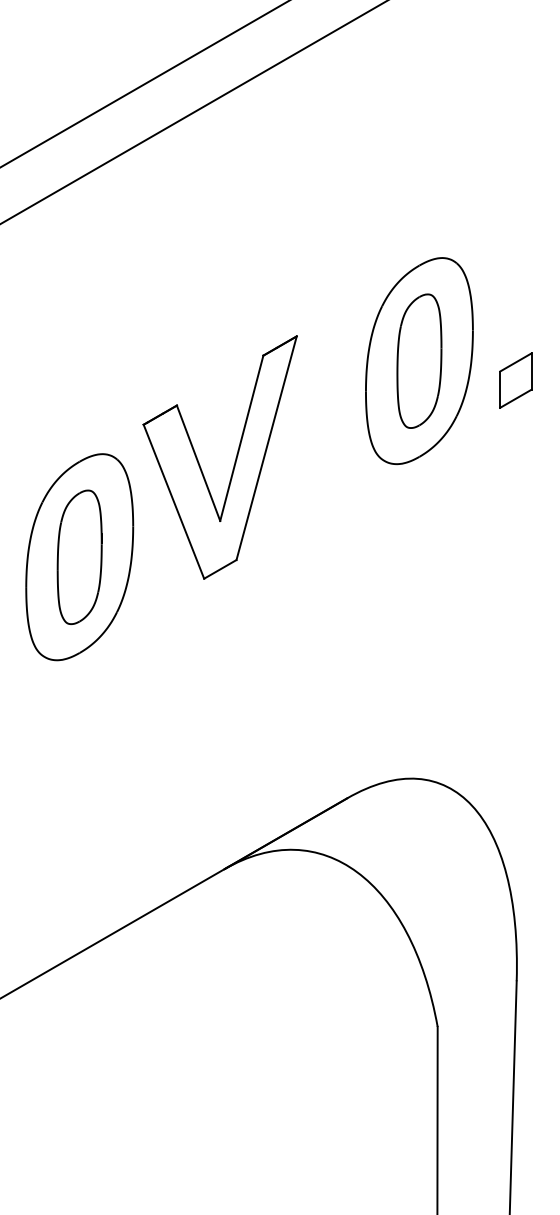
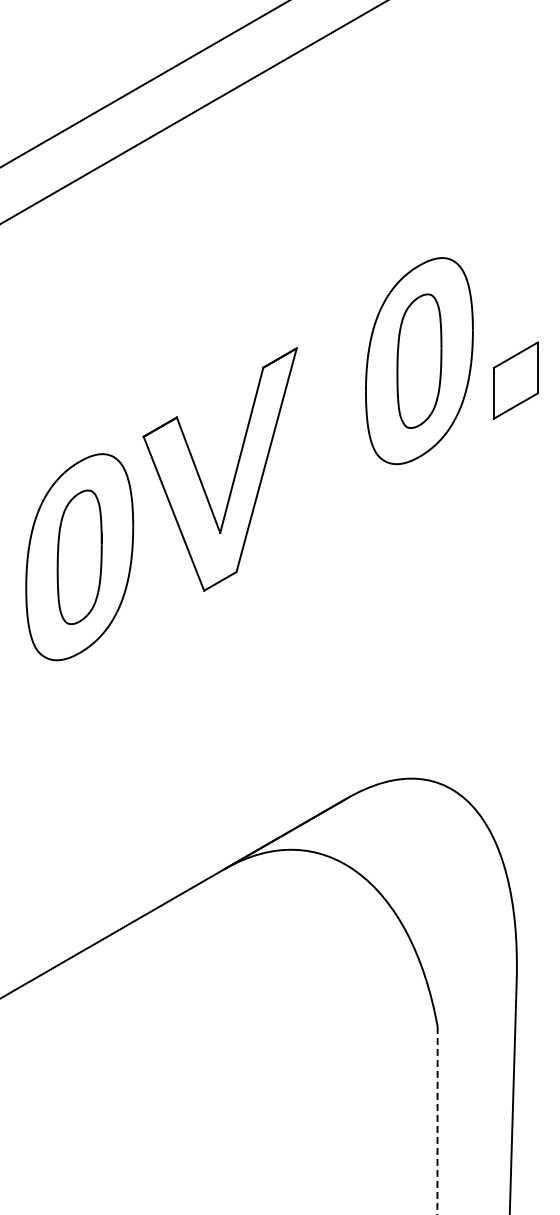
part at (515, 380) size: 34x57 px -> 47x79 px
part at (234, 461) position: (234, 461) -> (234, 473)
line at (437, 1120): solid -> dashed
